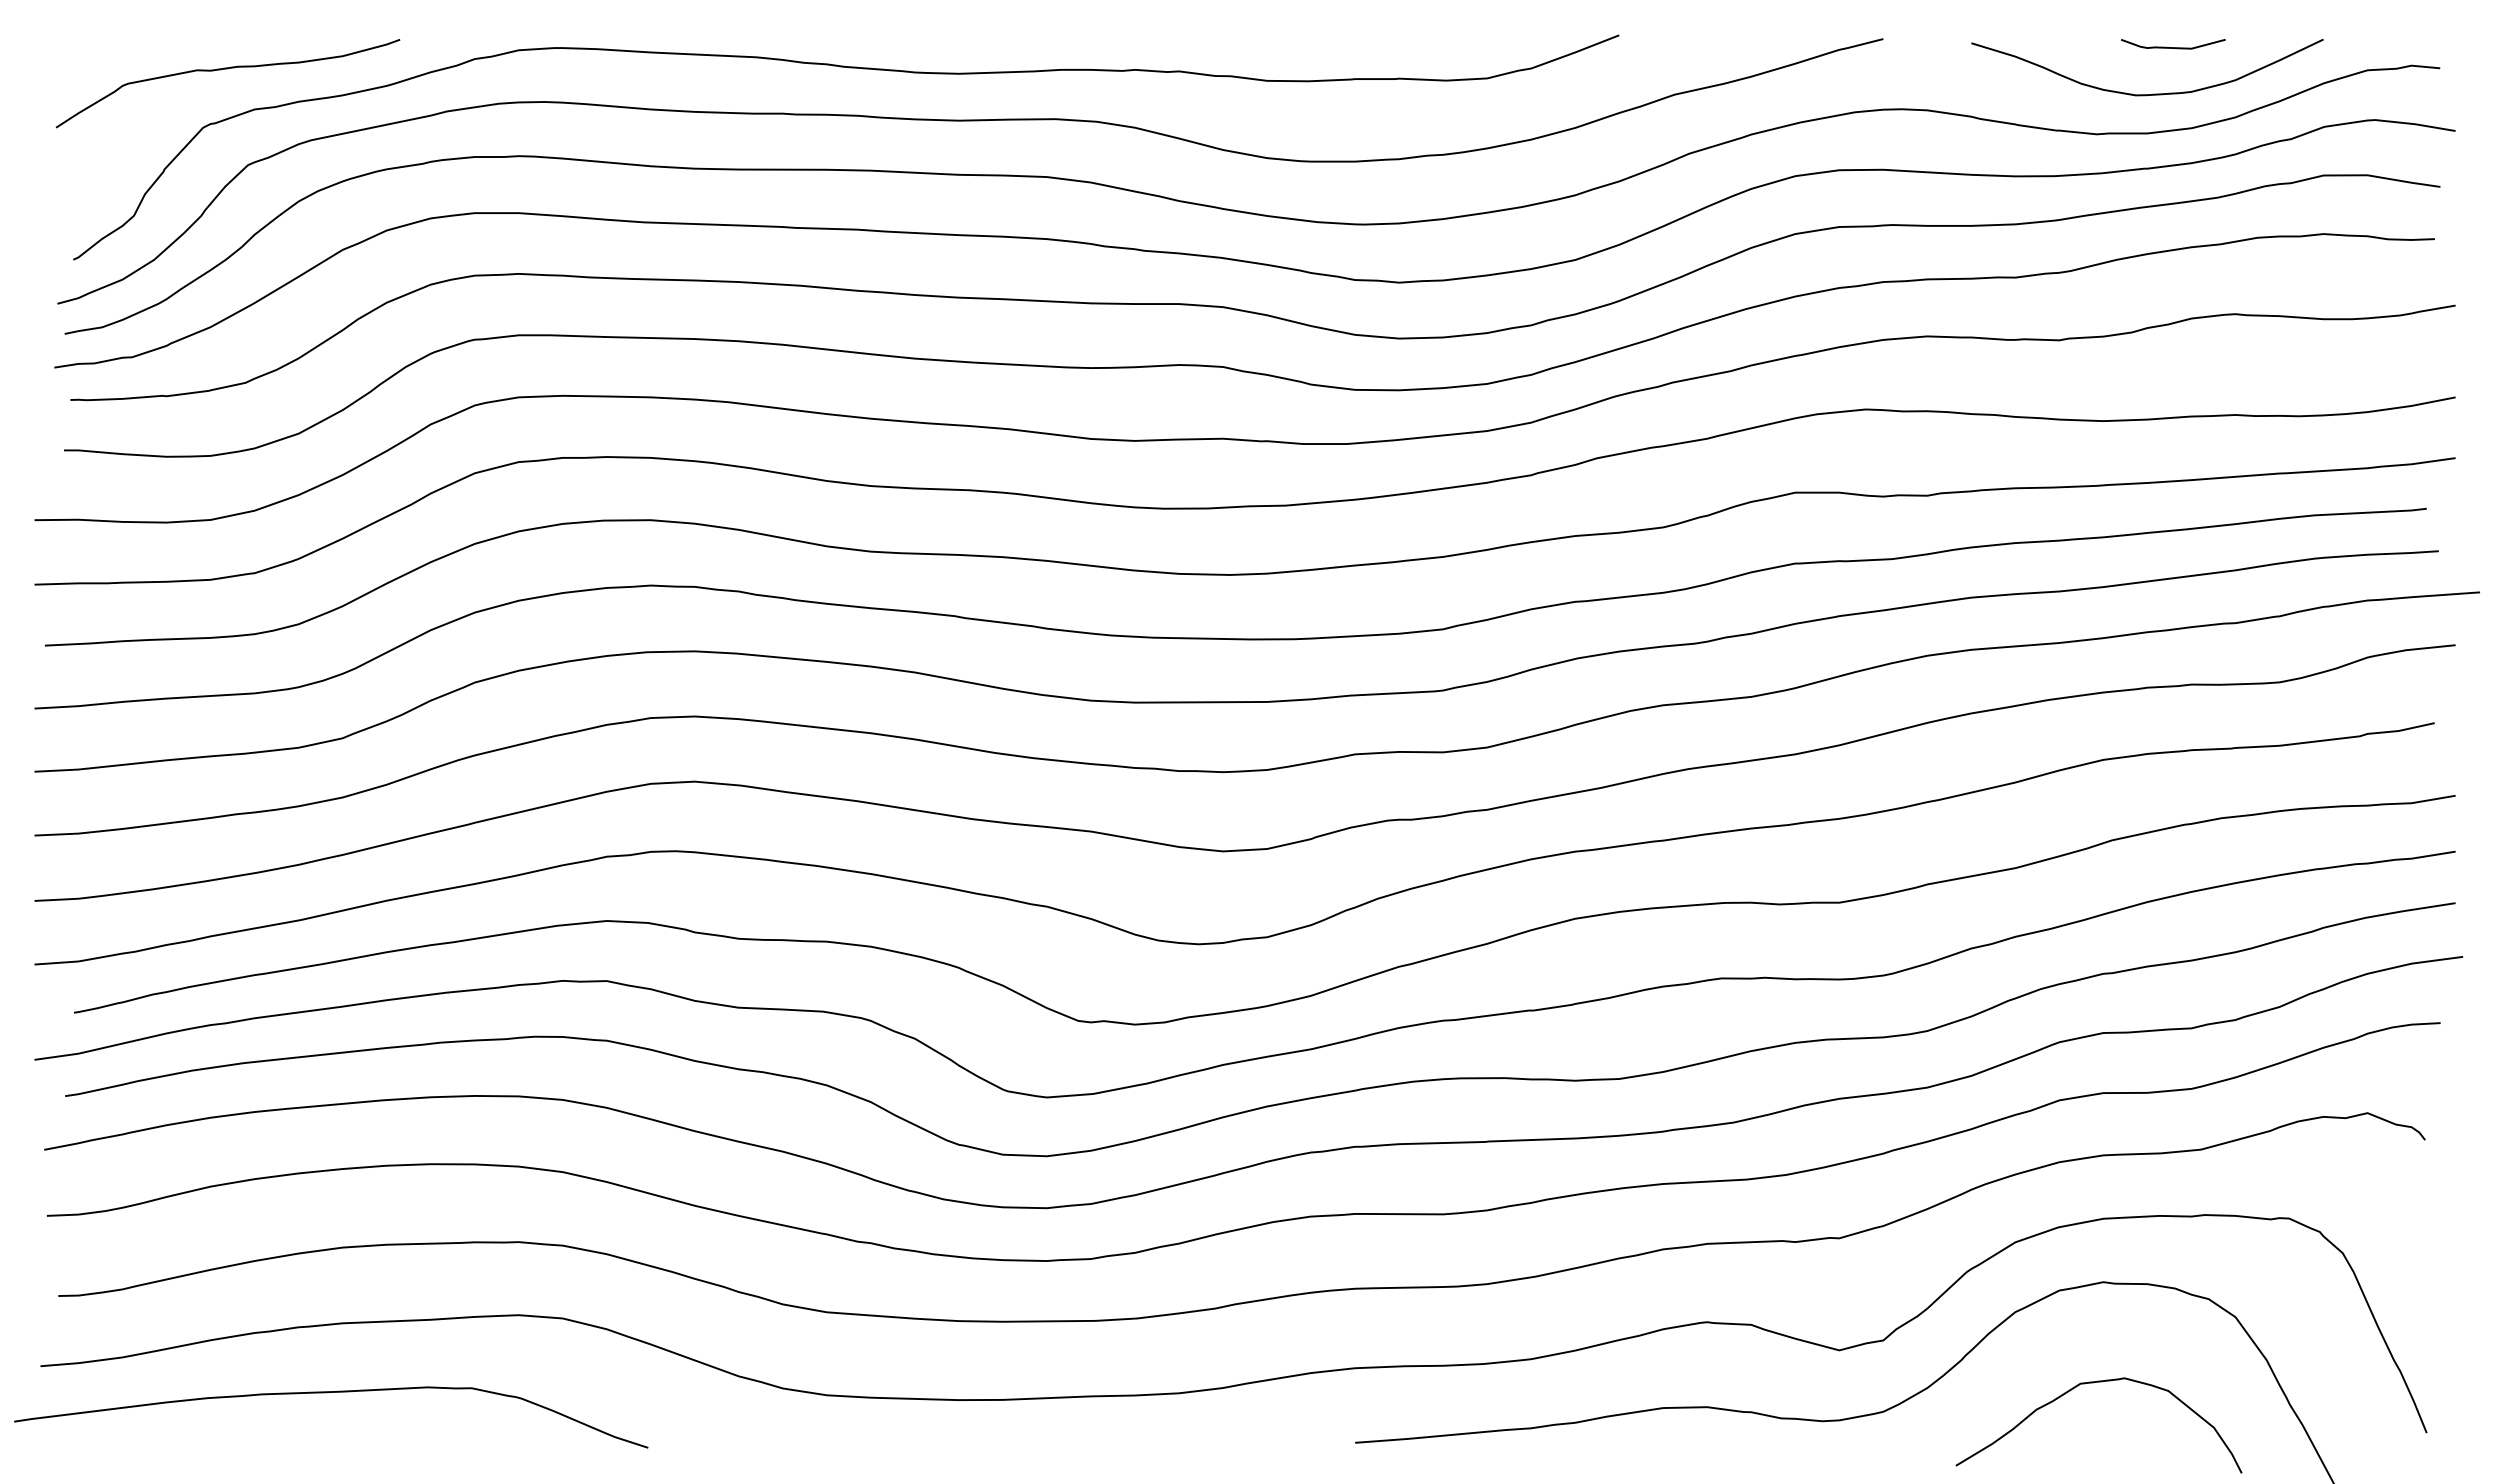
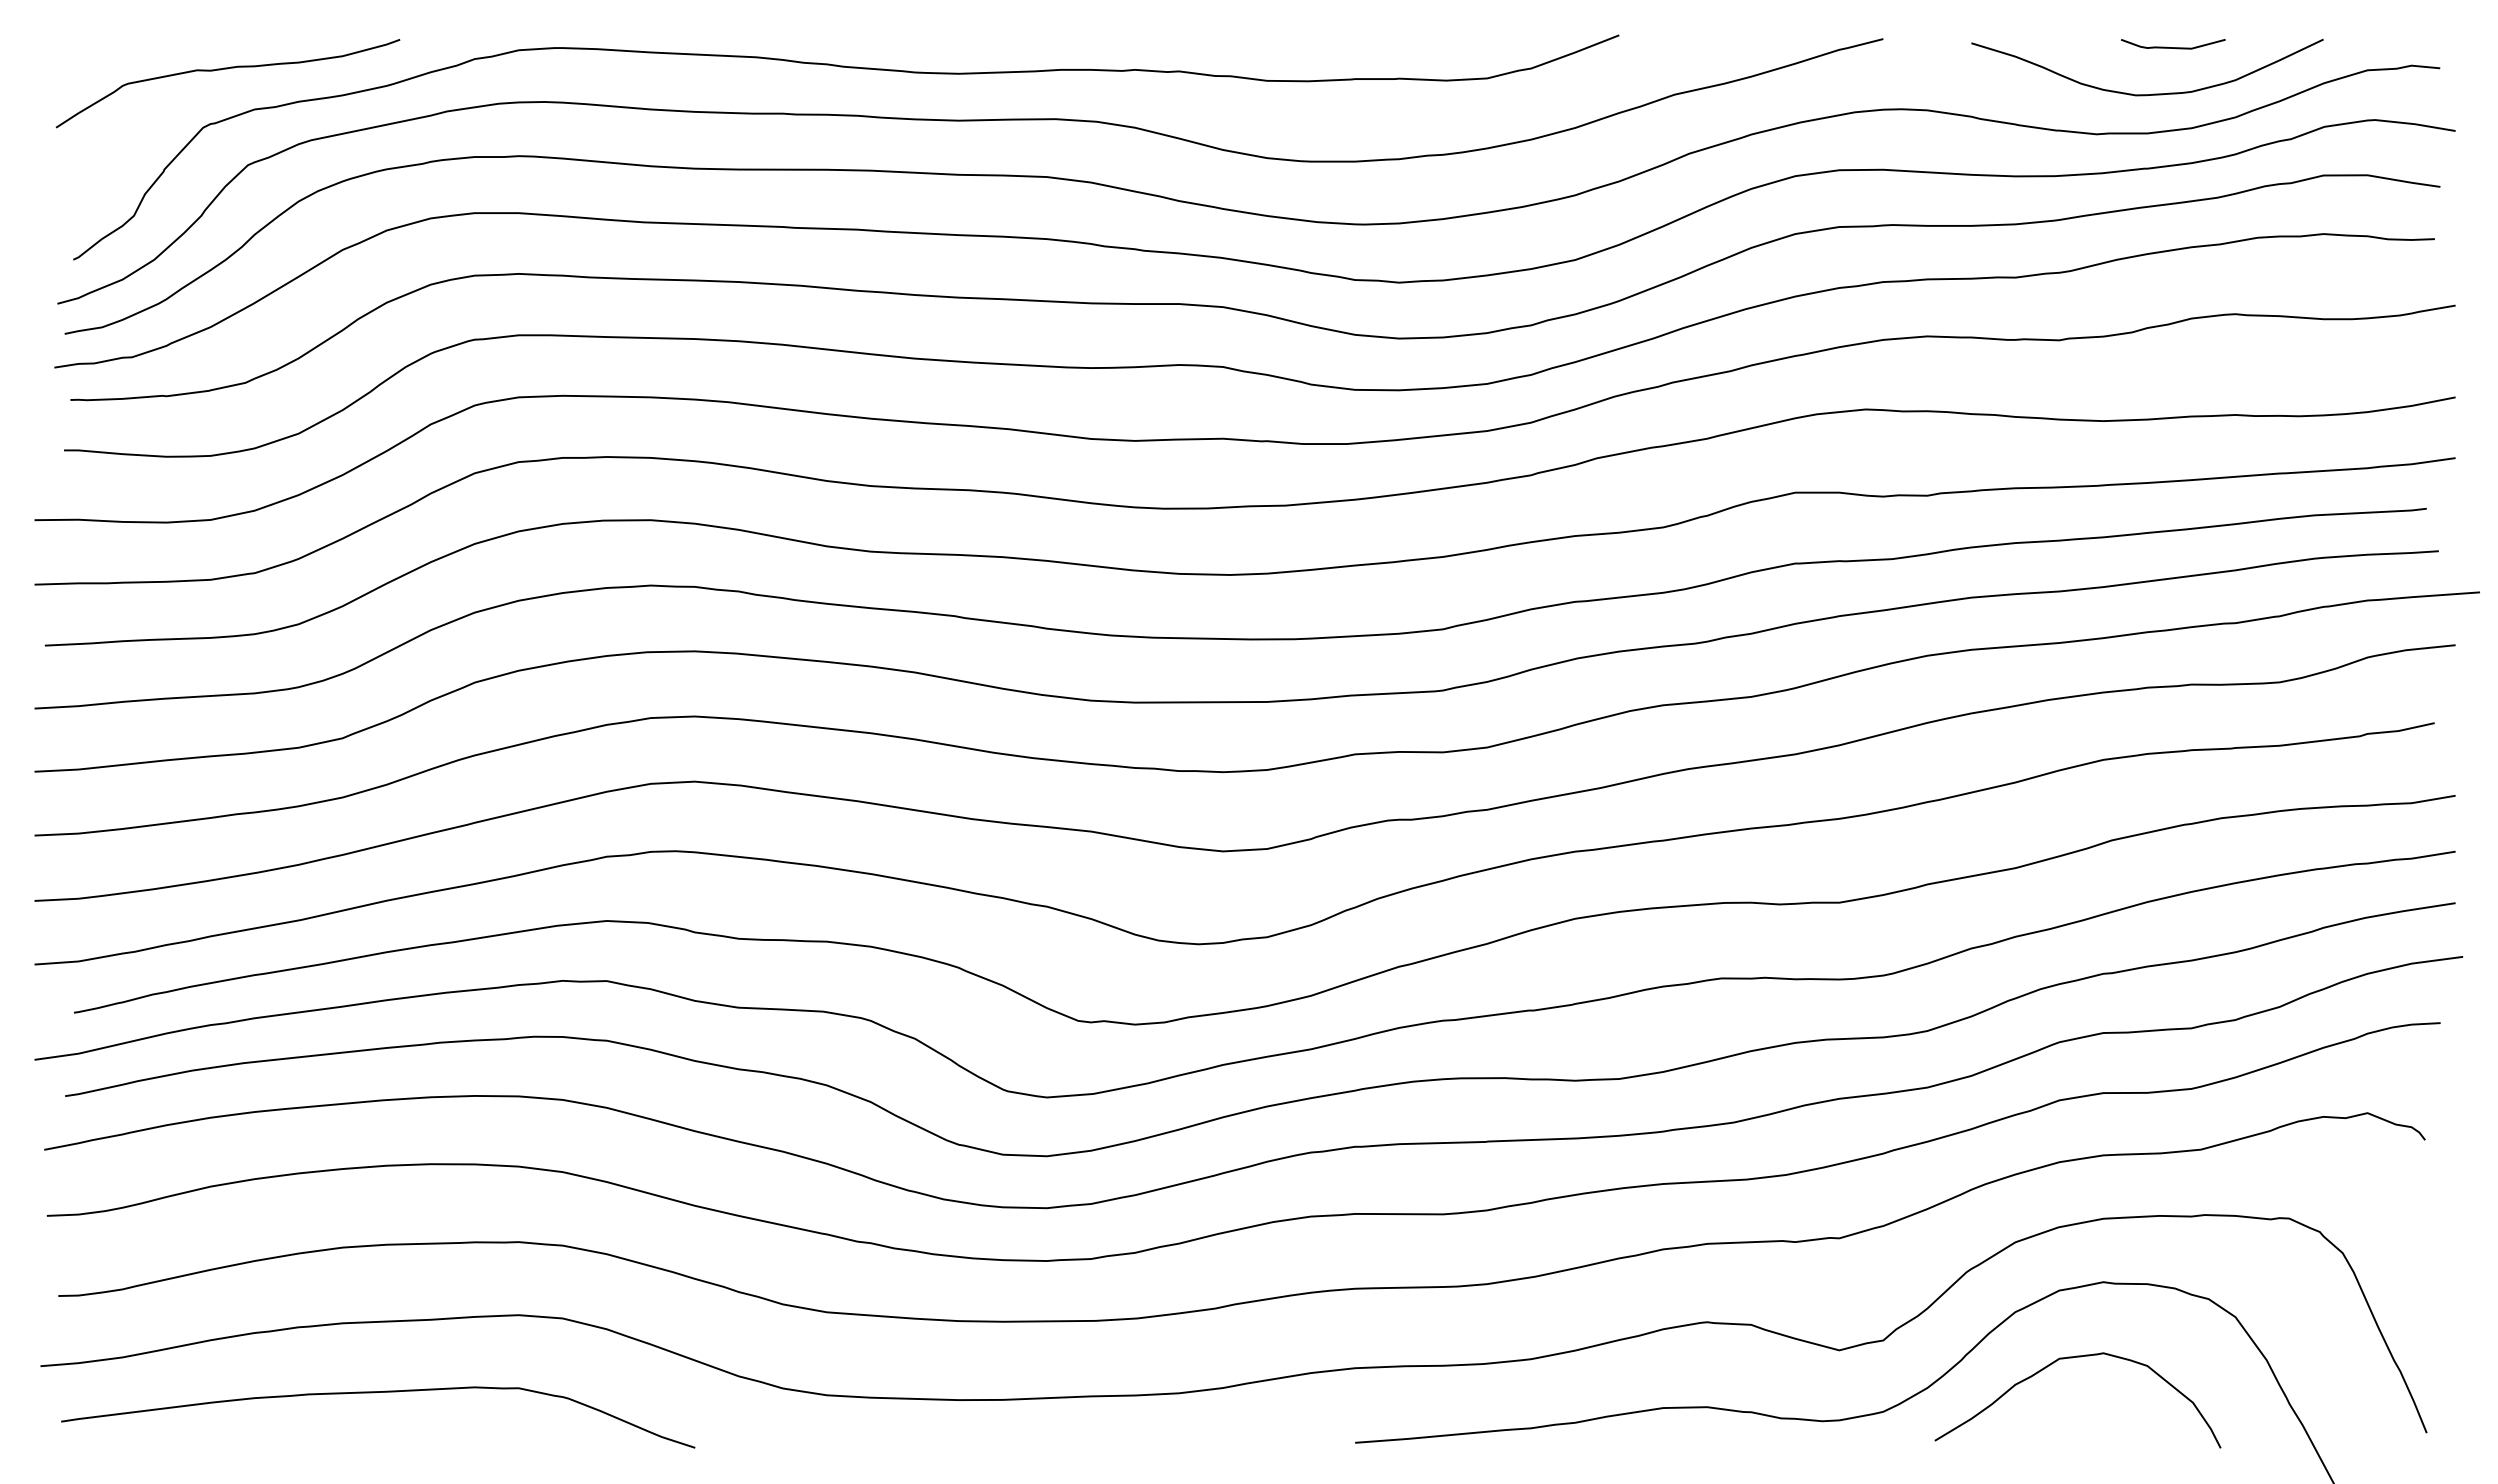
curve at (2093, 1383) position: (2093, 1383) -> (2072, 1358)
curve at (327, 1393) position: (327, 1393) -> (374, 1393)
